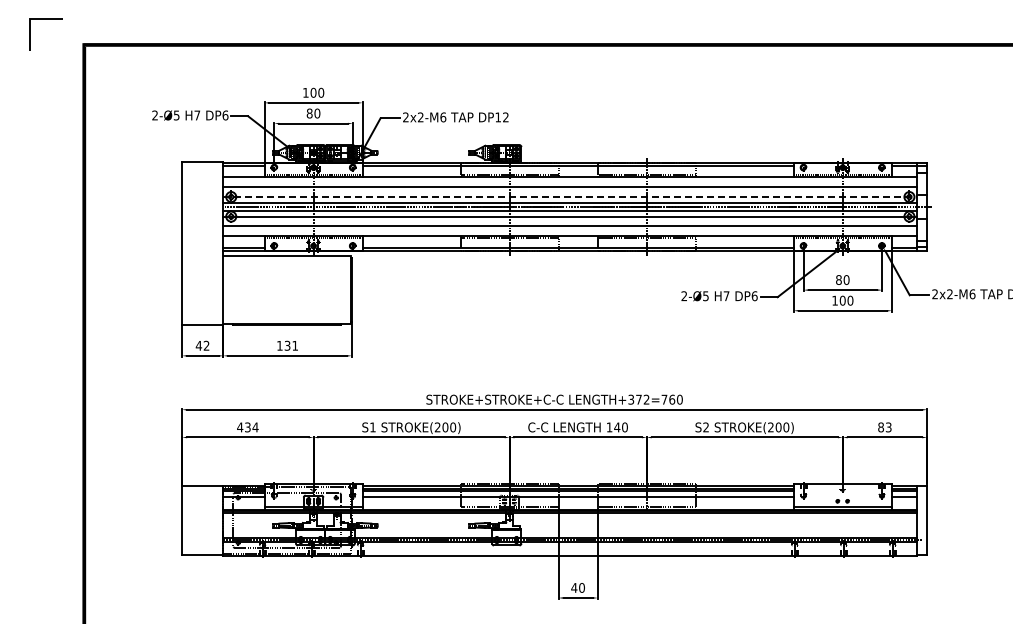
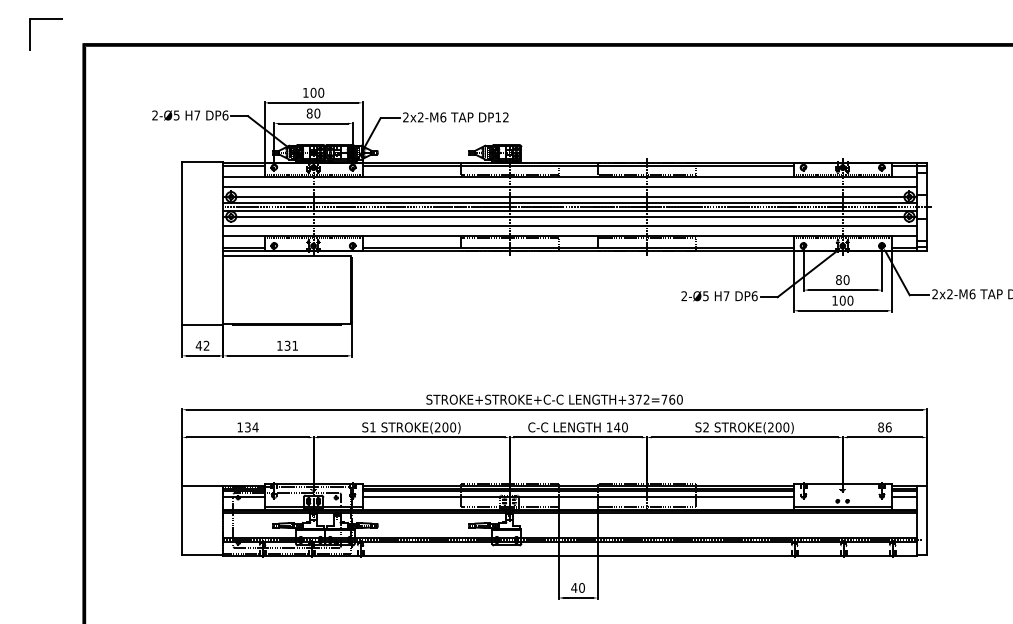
line at (570, 197): dashed -> solid
text at (240, 427): 434 -> 134
text at (888, 427): 83 -> 86
